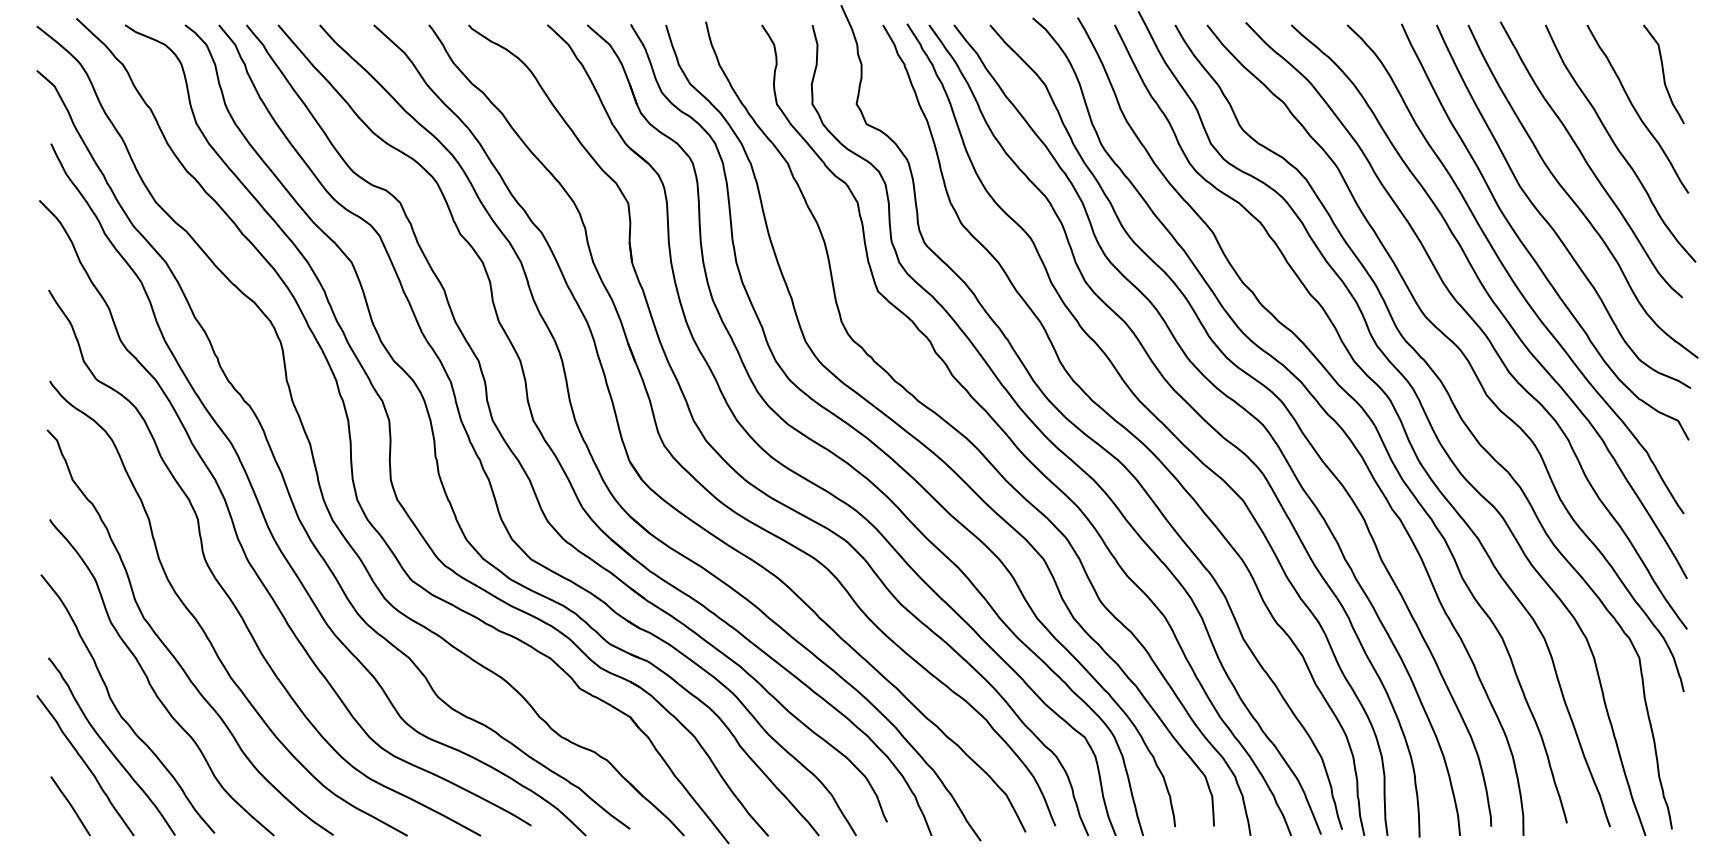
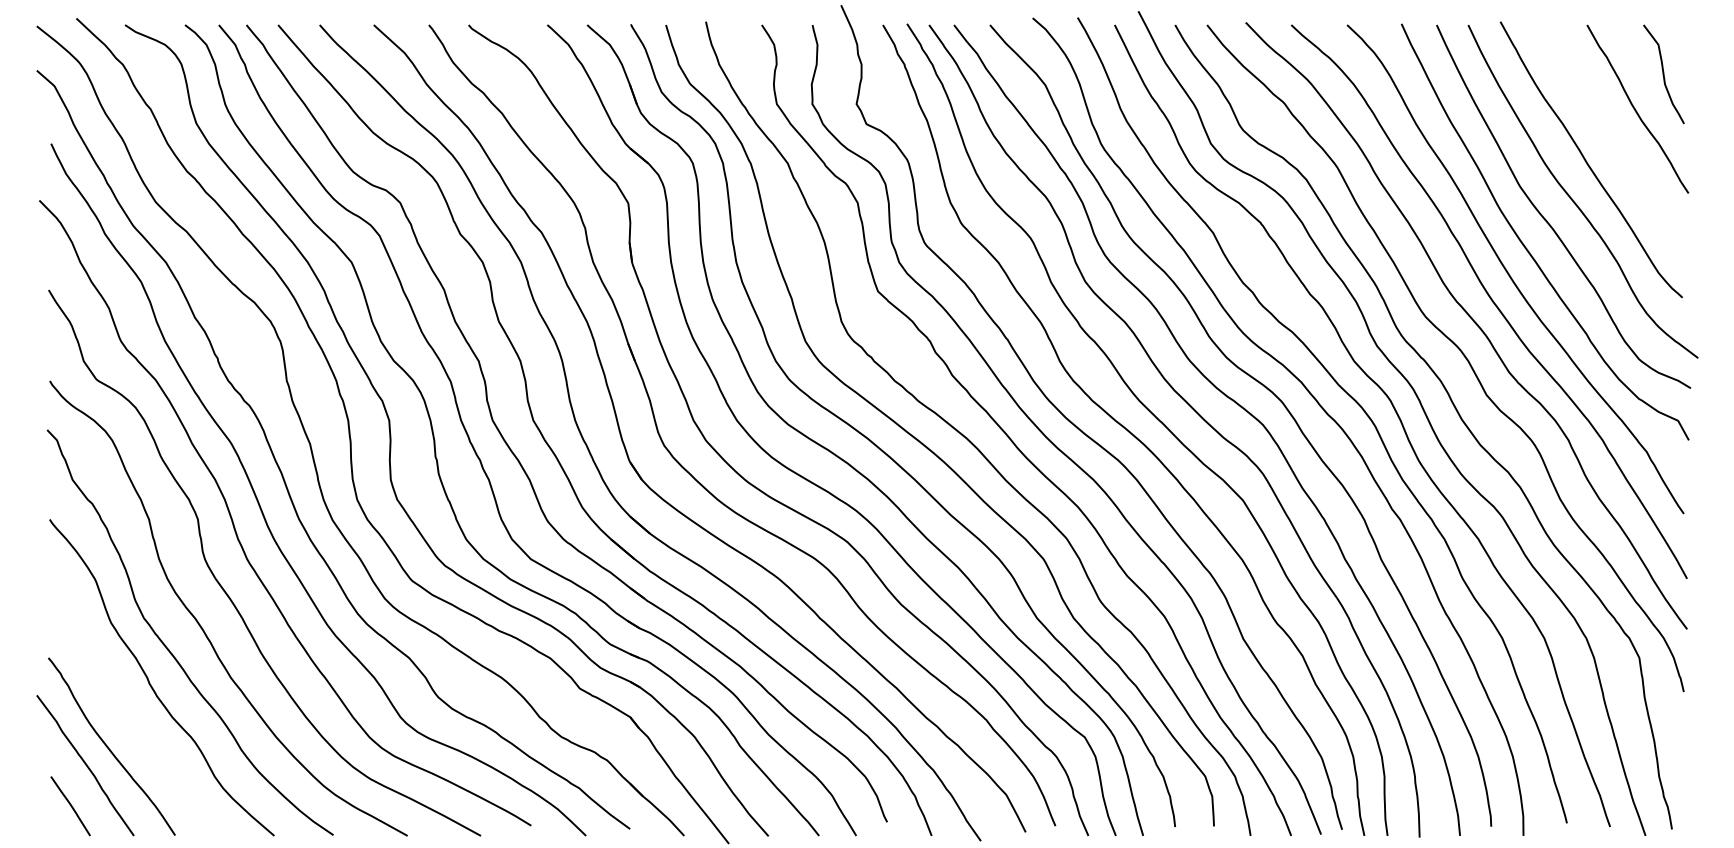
curve at (1617, 146): present -> none
curve at (117, 708): present -> none
